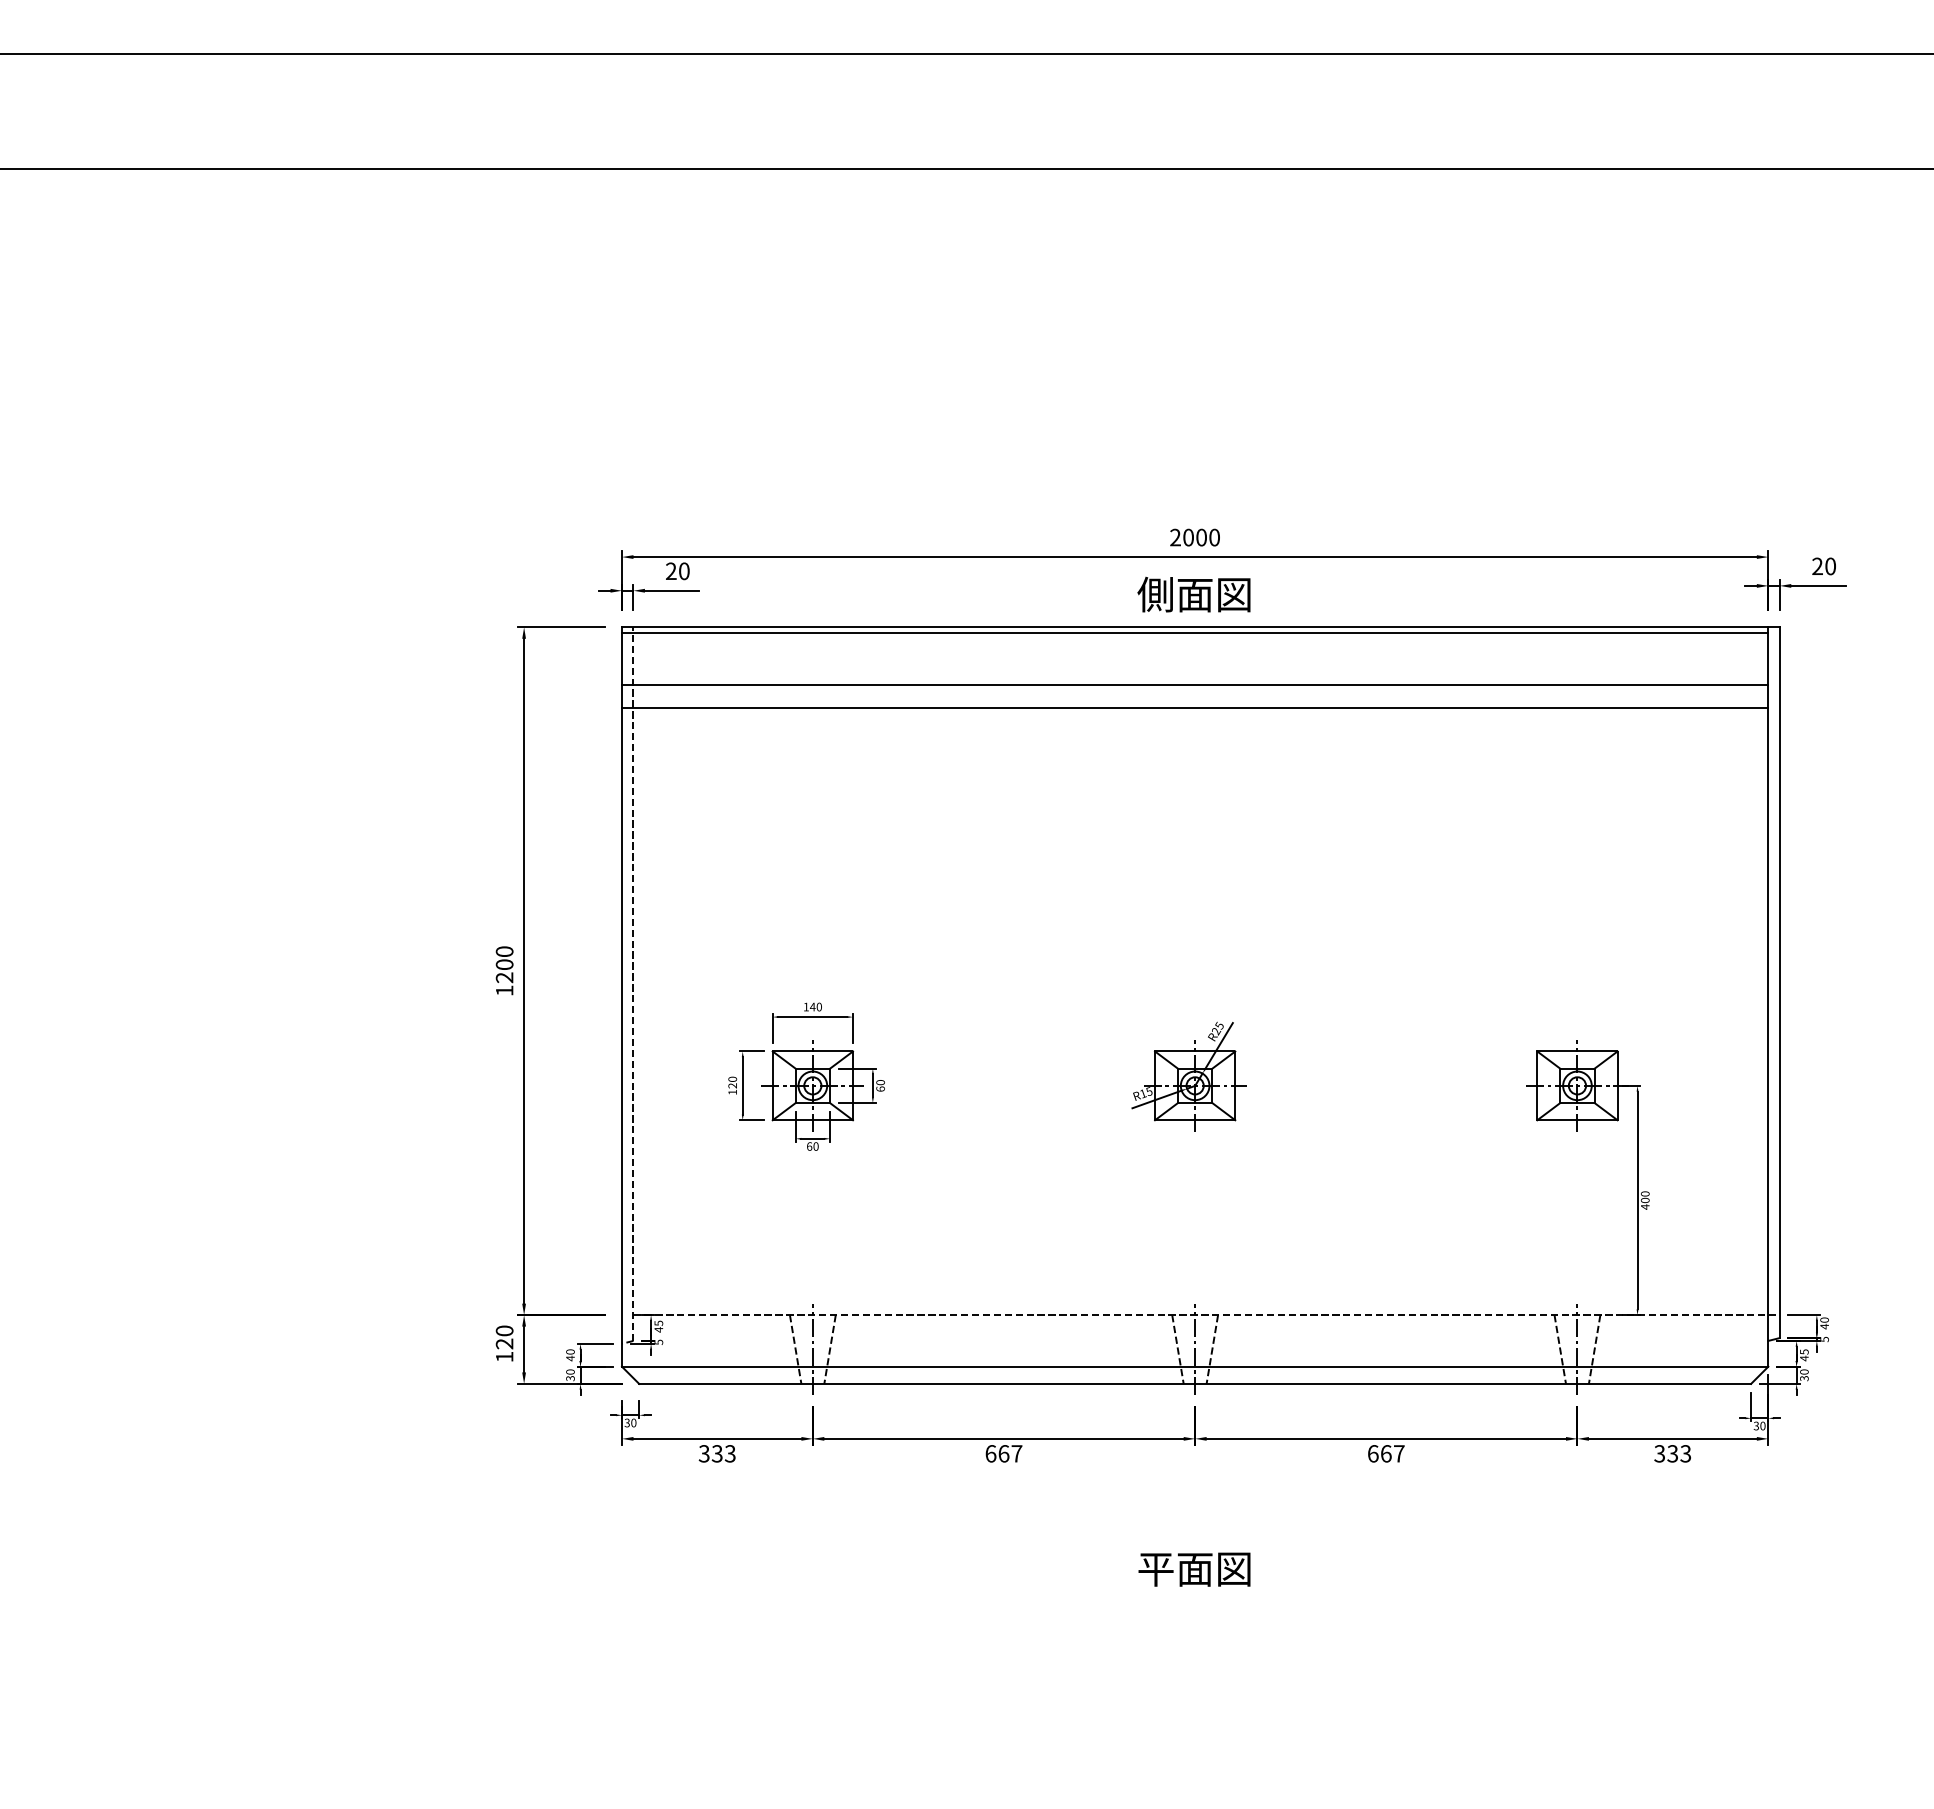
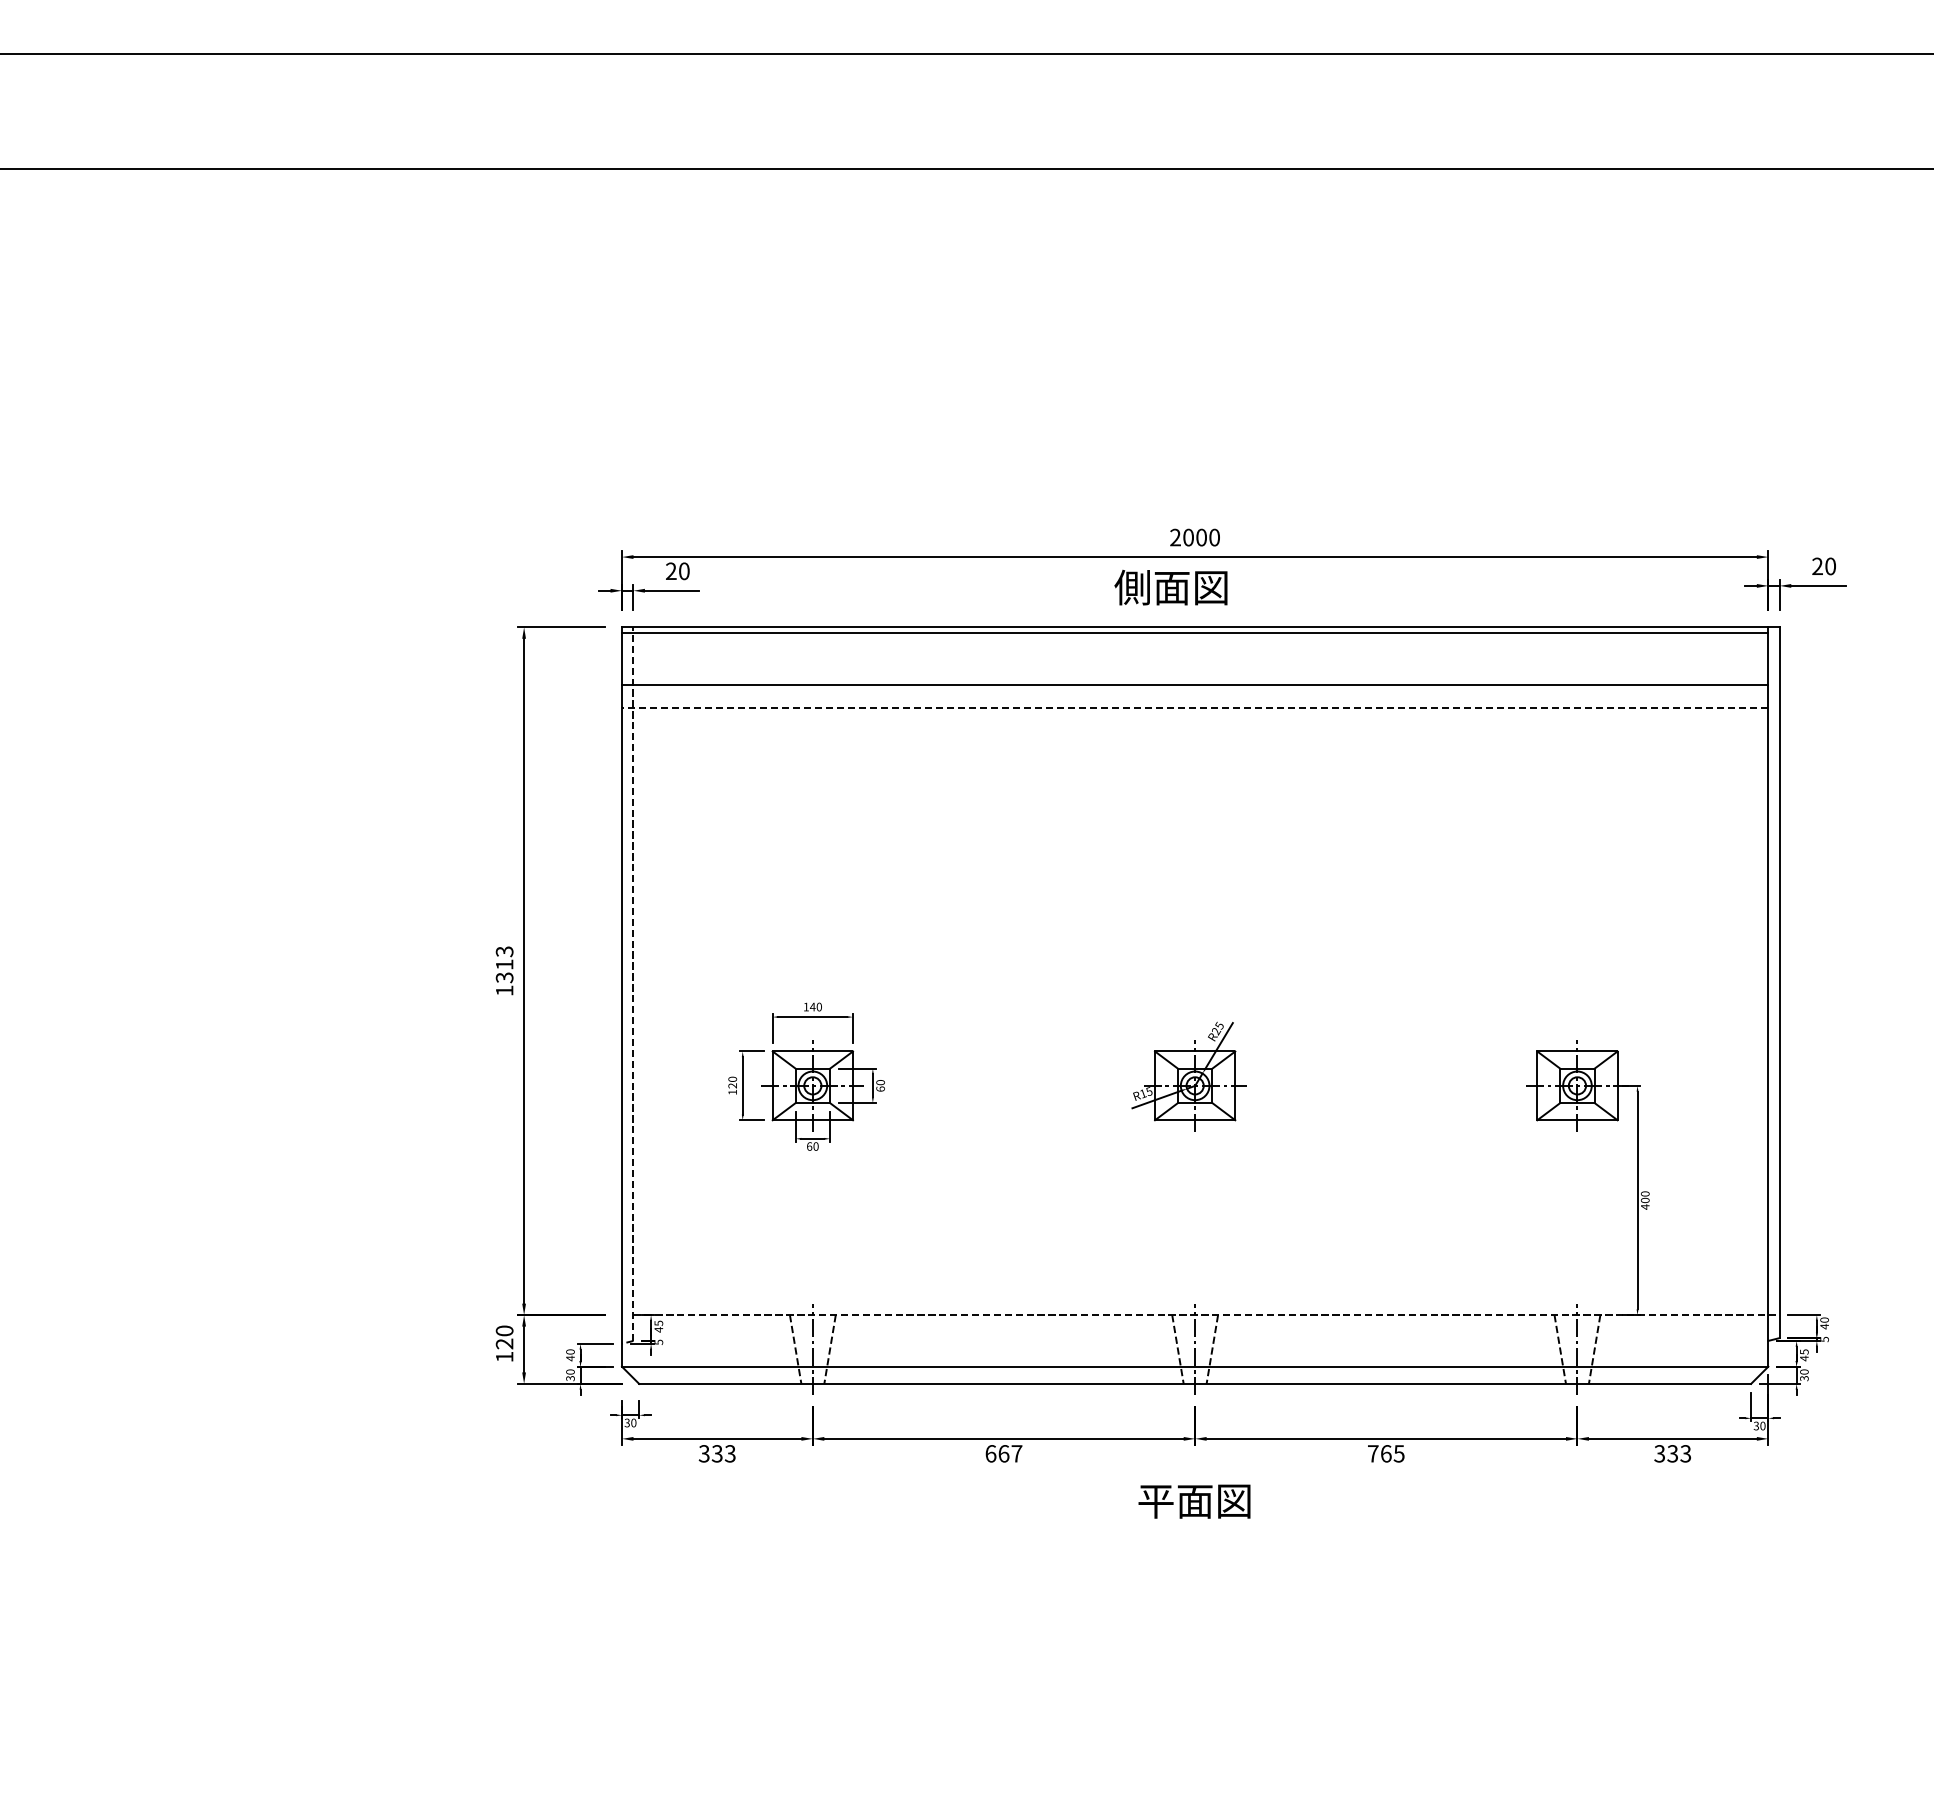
text at (1193, 594) position: (1193, 594) -> (1170, 587)
line at (1194, 707): solid -> dashed
text at (504, 964): 1200 -> 1313
text at (1386, 1453): 667 -> 765
text at (1194, 1569) position: (1194, 1569) -> (1194, 1501)
